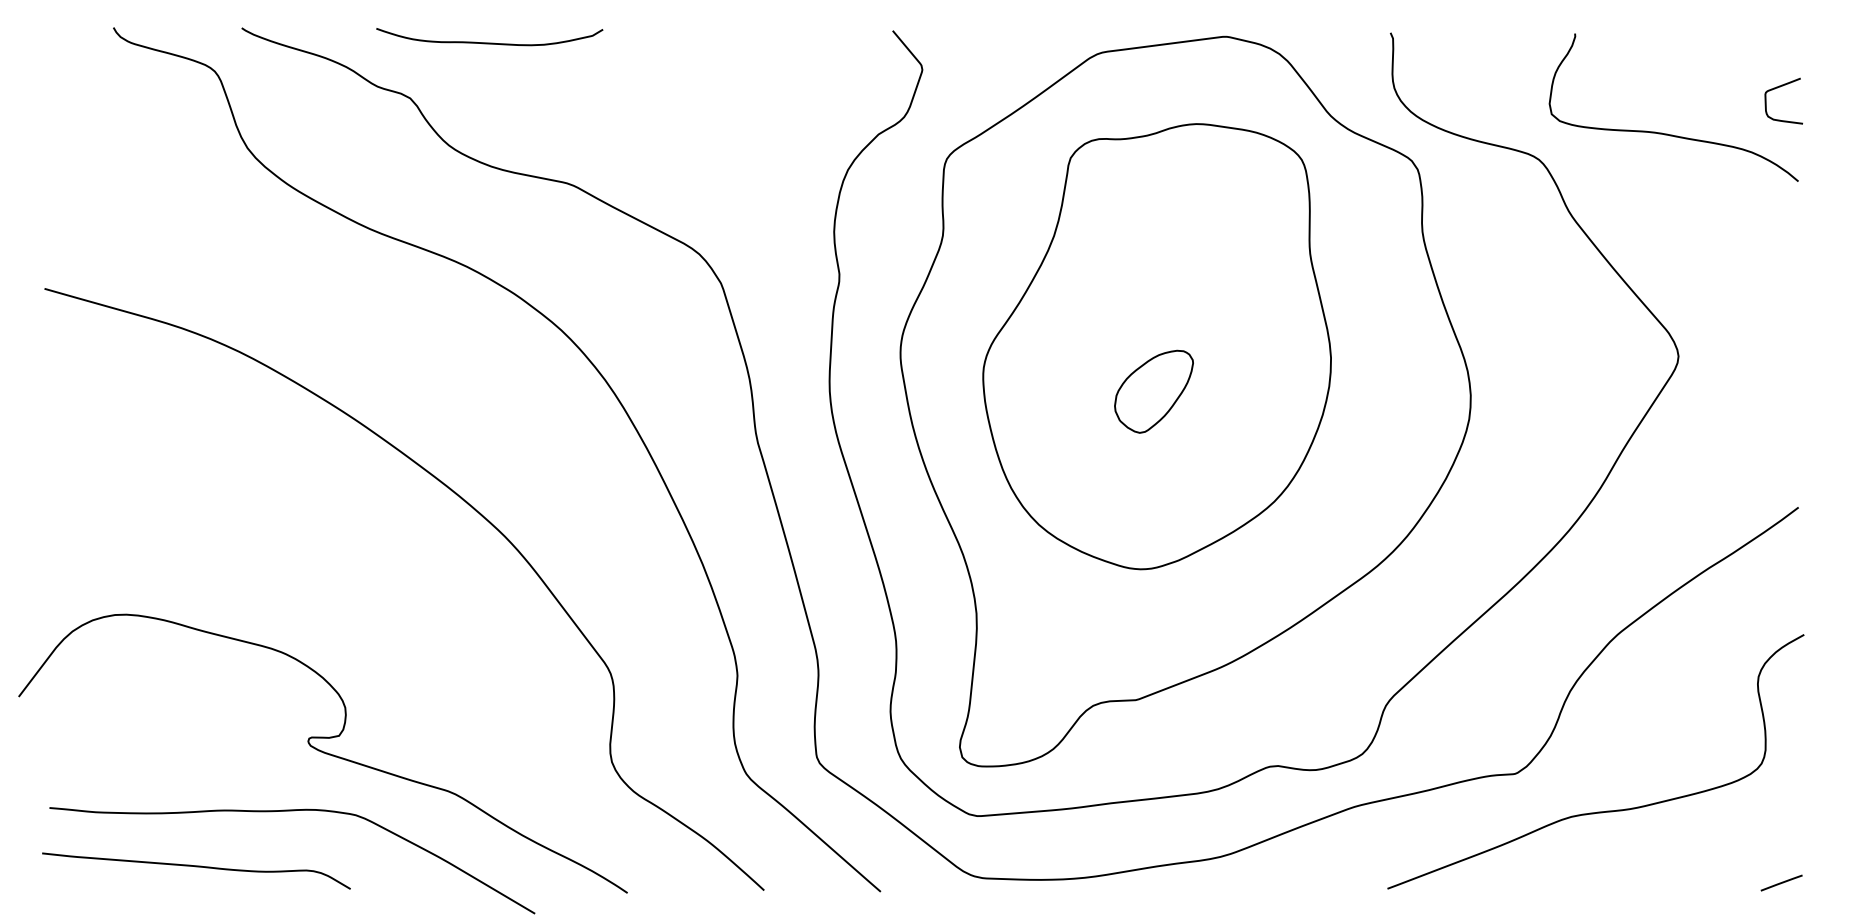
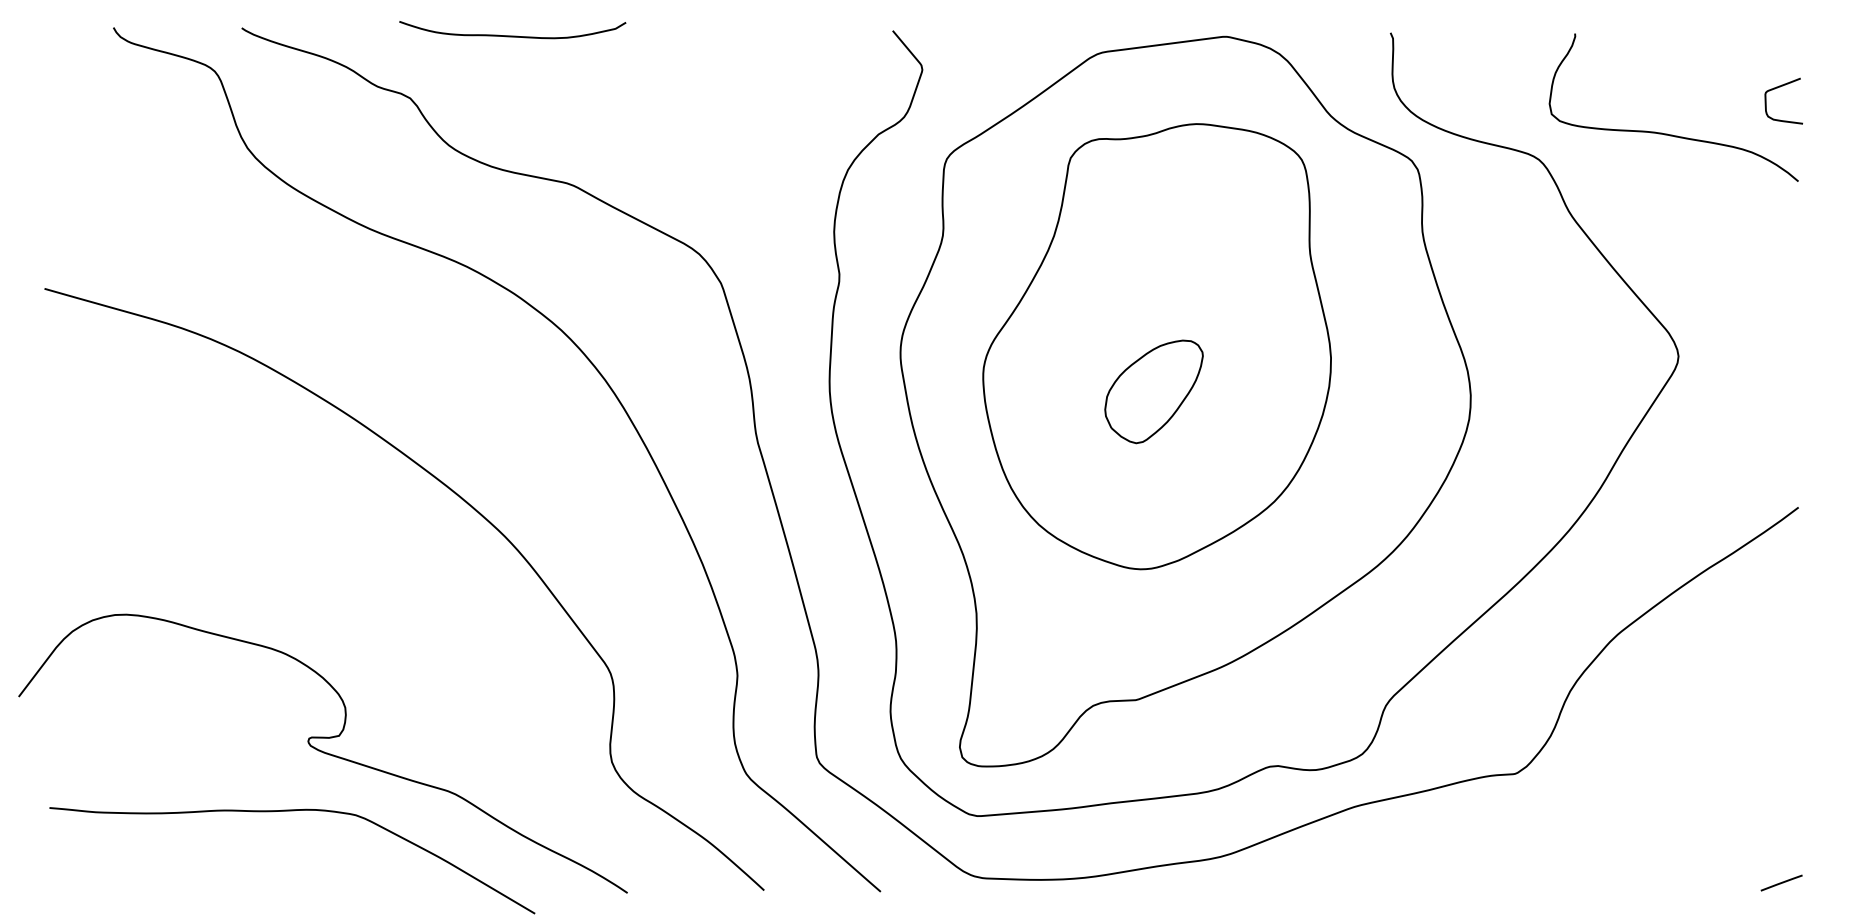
curve at (489, 42) position: (489, 42) -> (512, 35)
part at (1153, 391) size: 80x85 px -> 100x106 px
curve at (1597, 811): present -> none
curve at (196, 867): present -> none
